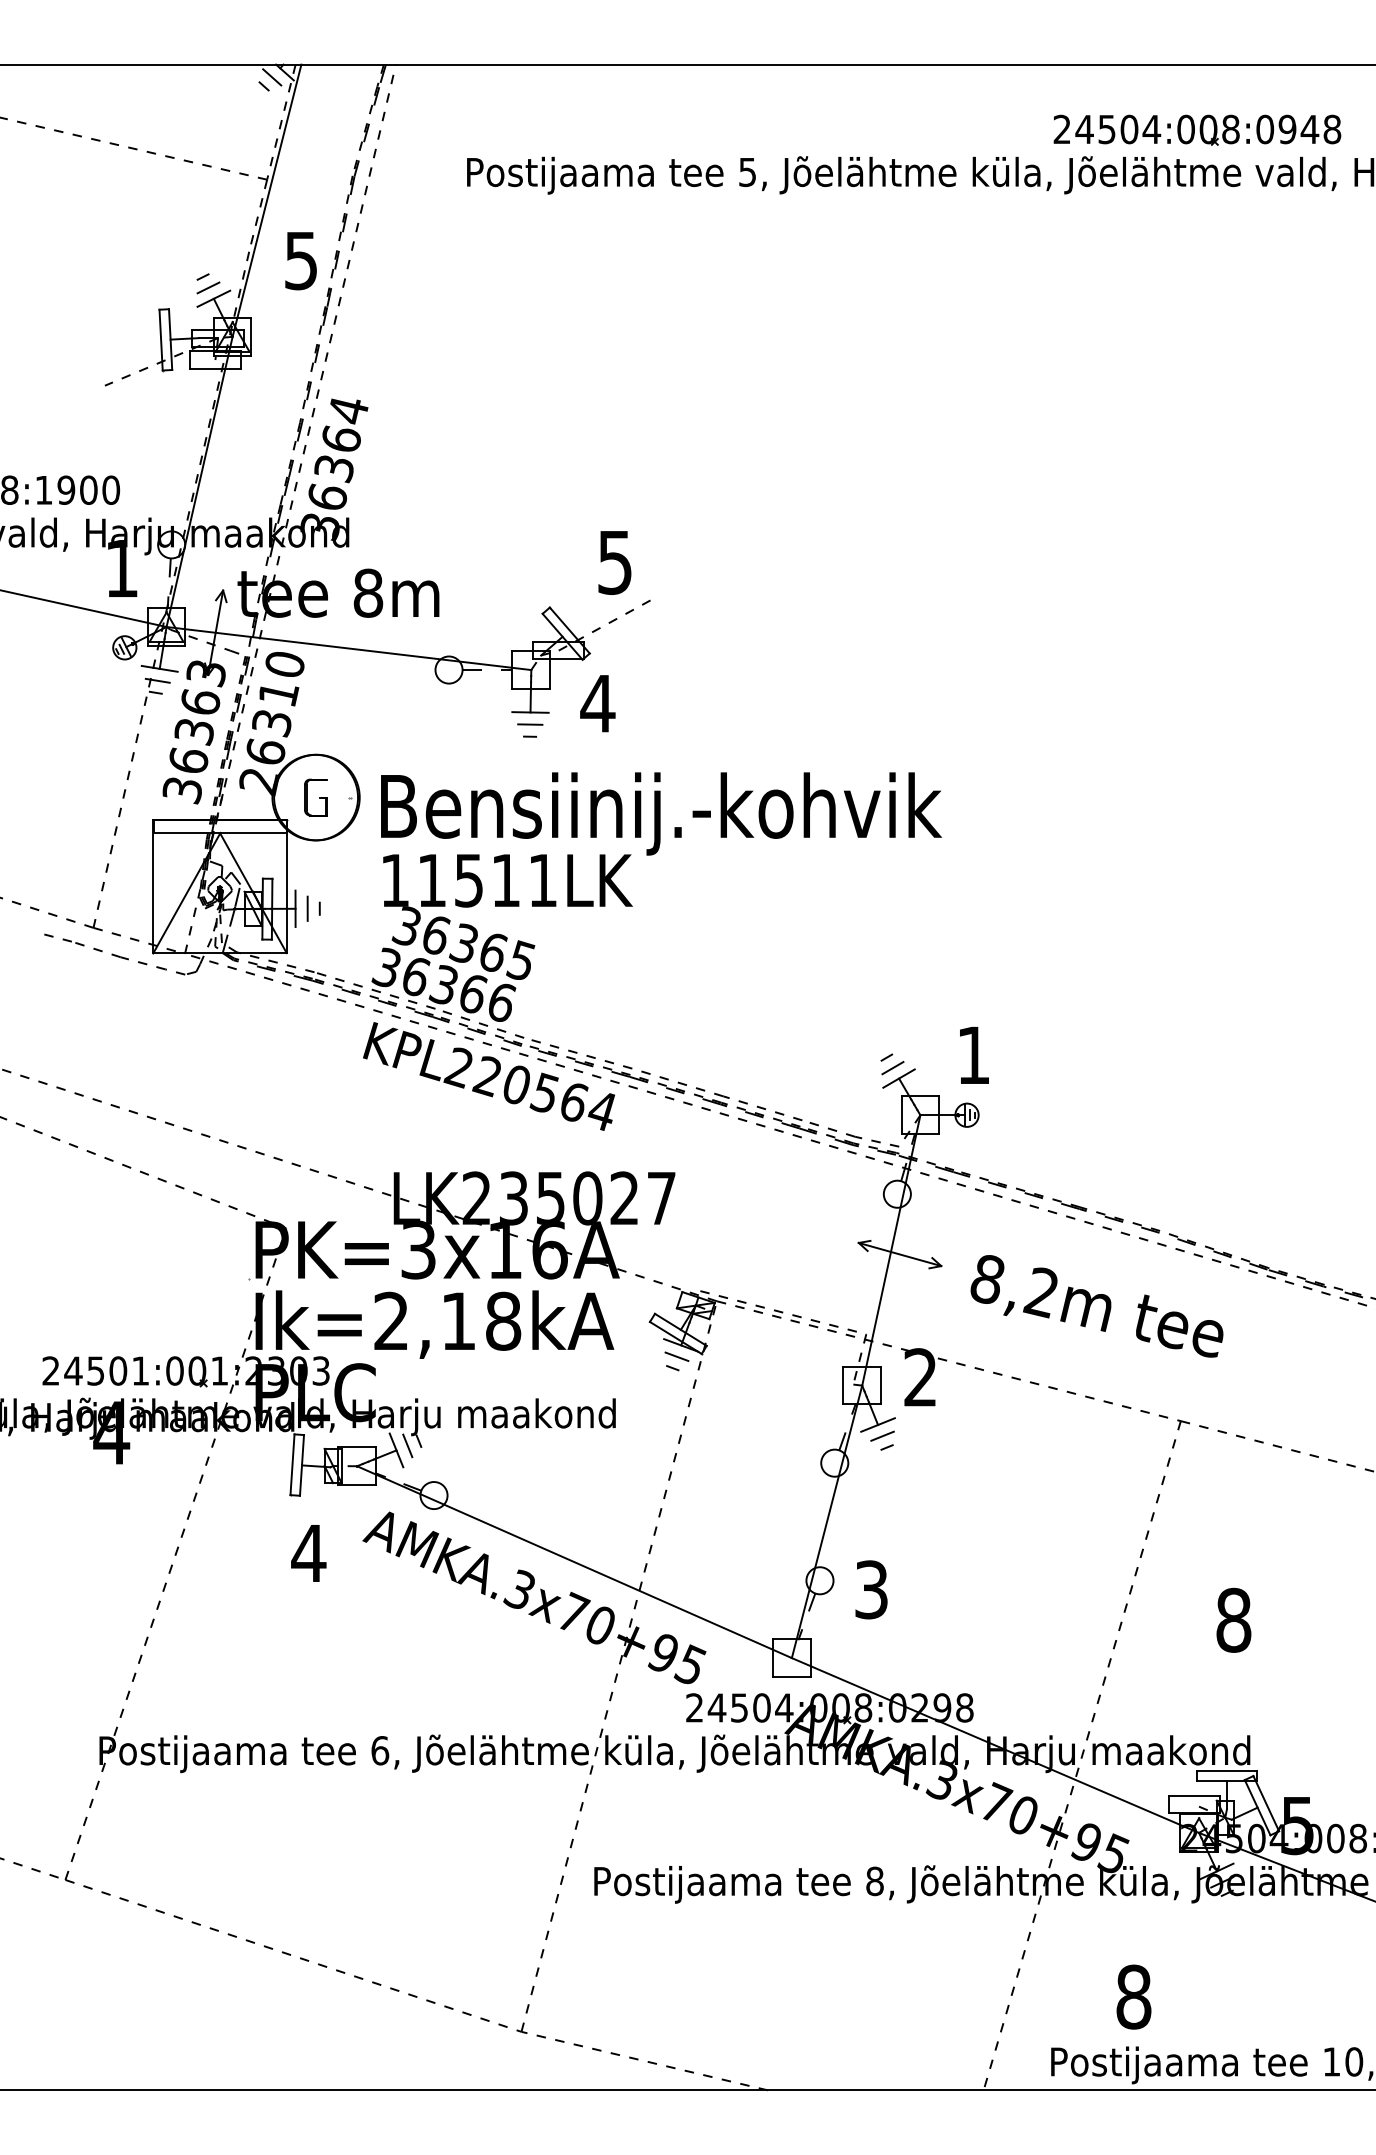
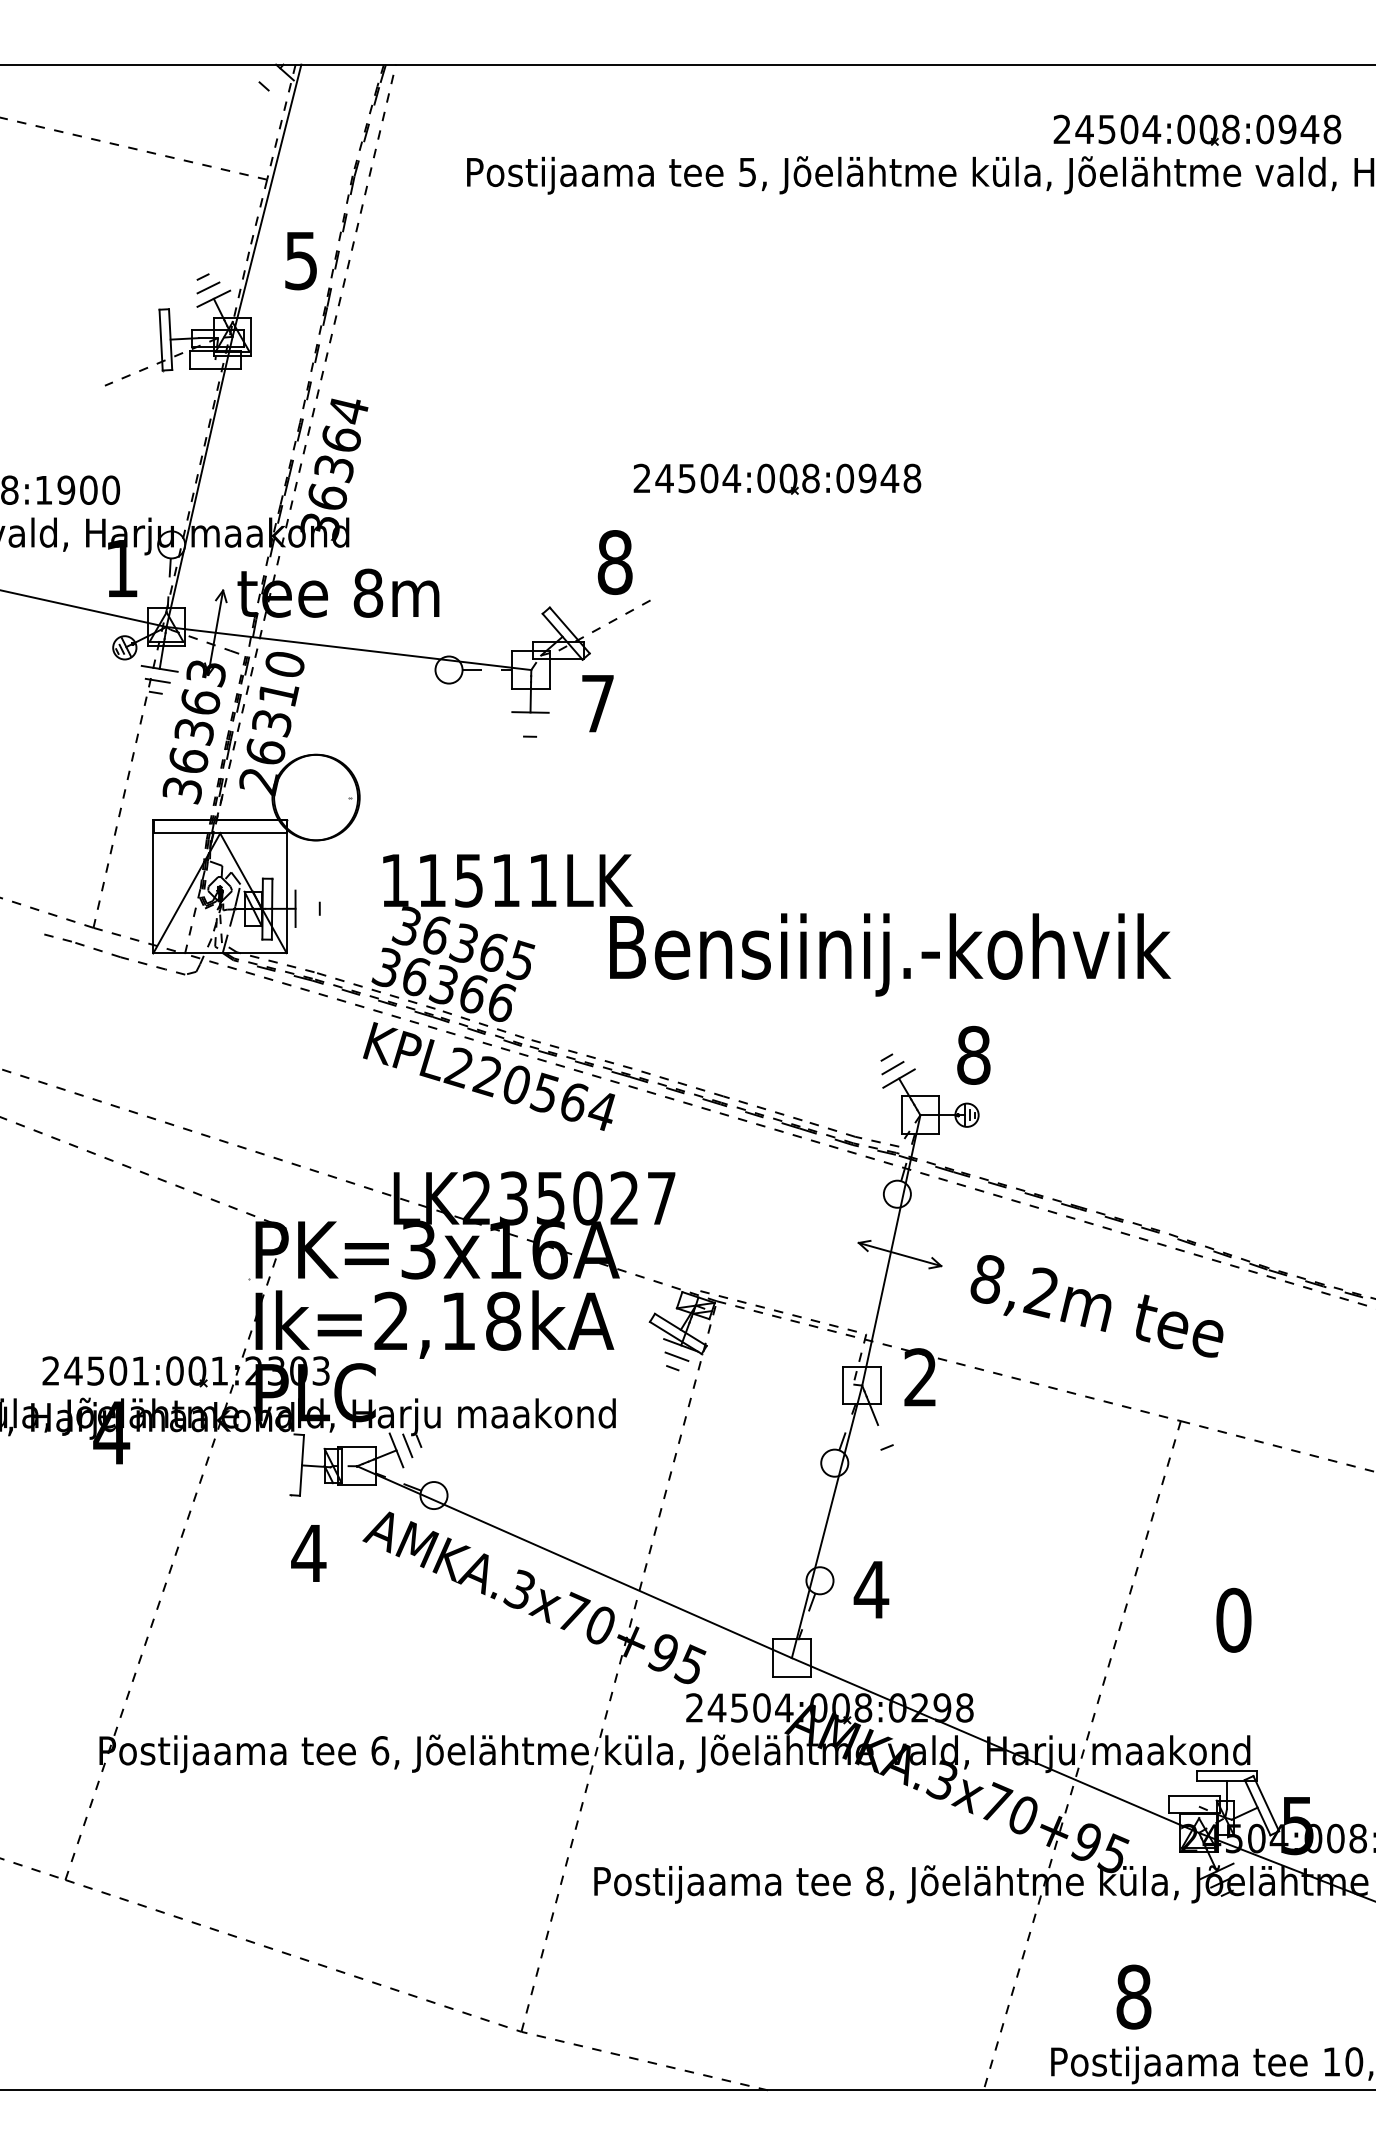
line at (272, 77): present -> none
part at (777, 478): none -> present
text at (614, 562): 5 -> 8
text at (597, 703): 4 -> 7
line at (530, 724): present -> none
part at (315, 797): present -> none
text at (661, 813) position: (661, 813) -> (890, 954)
line at (307, 908): present -> none
text at (973, 1054): 1 -> 8
line at (877, 1424): present -> none
line at (882, 1435): present -> none
line at (292, 1464): present -> none
text at (871, 1589): 3 -> 4
text at (1233, 1620): 8 -> 0
